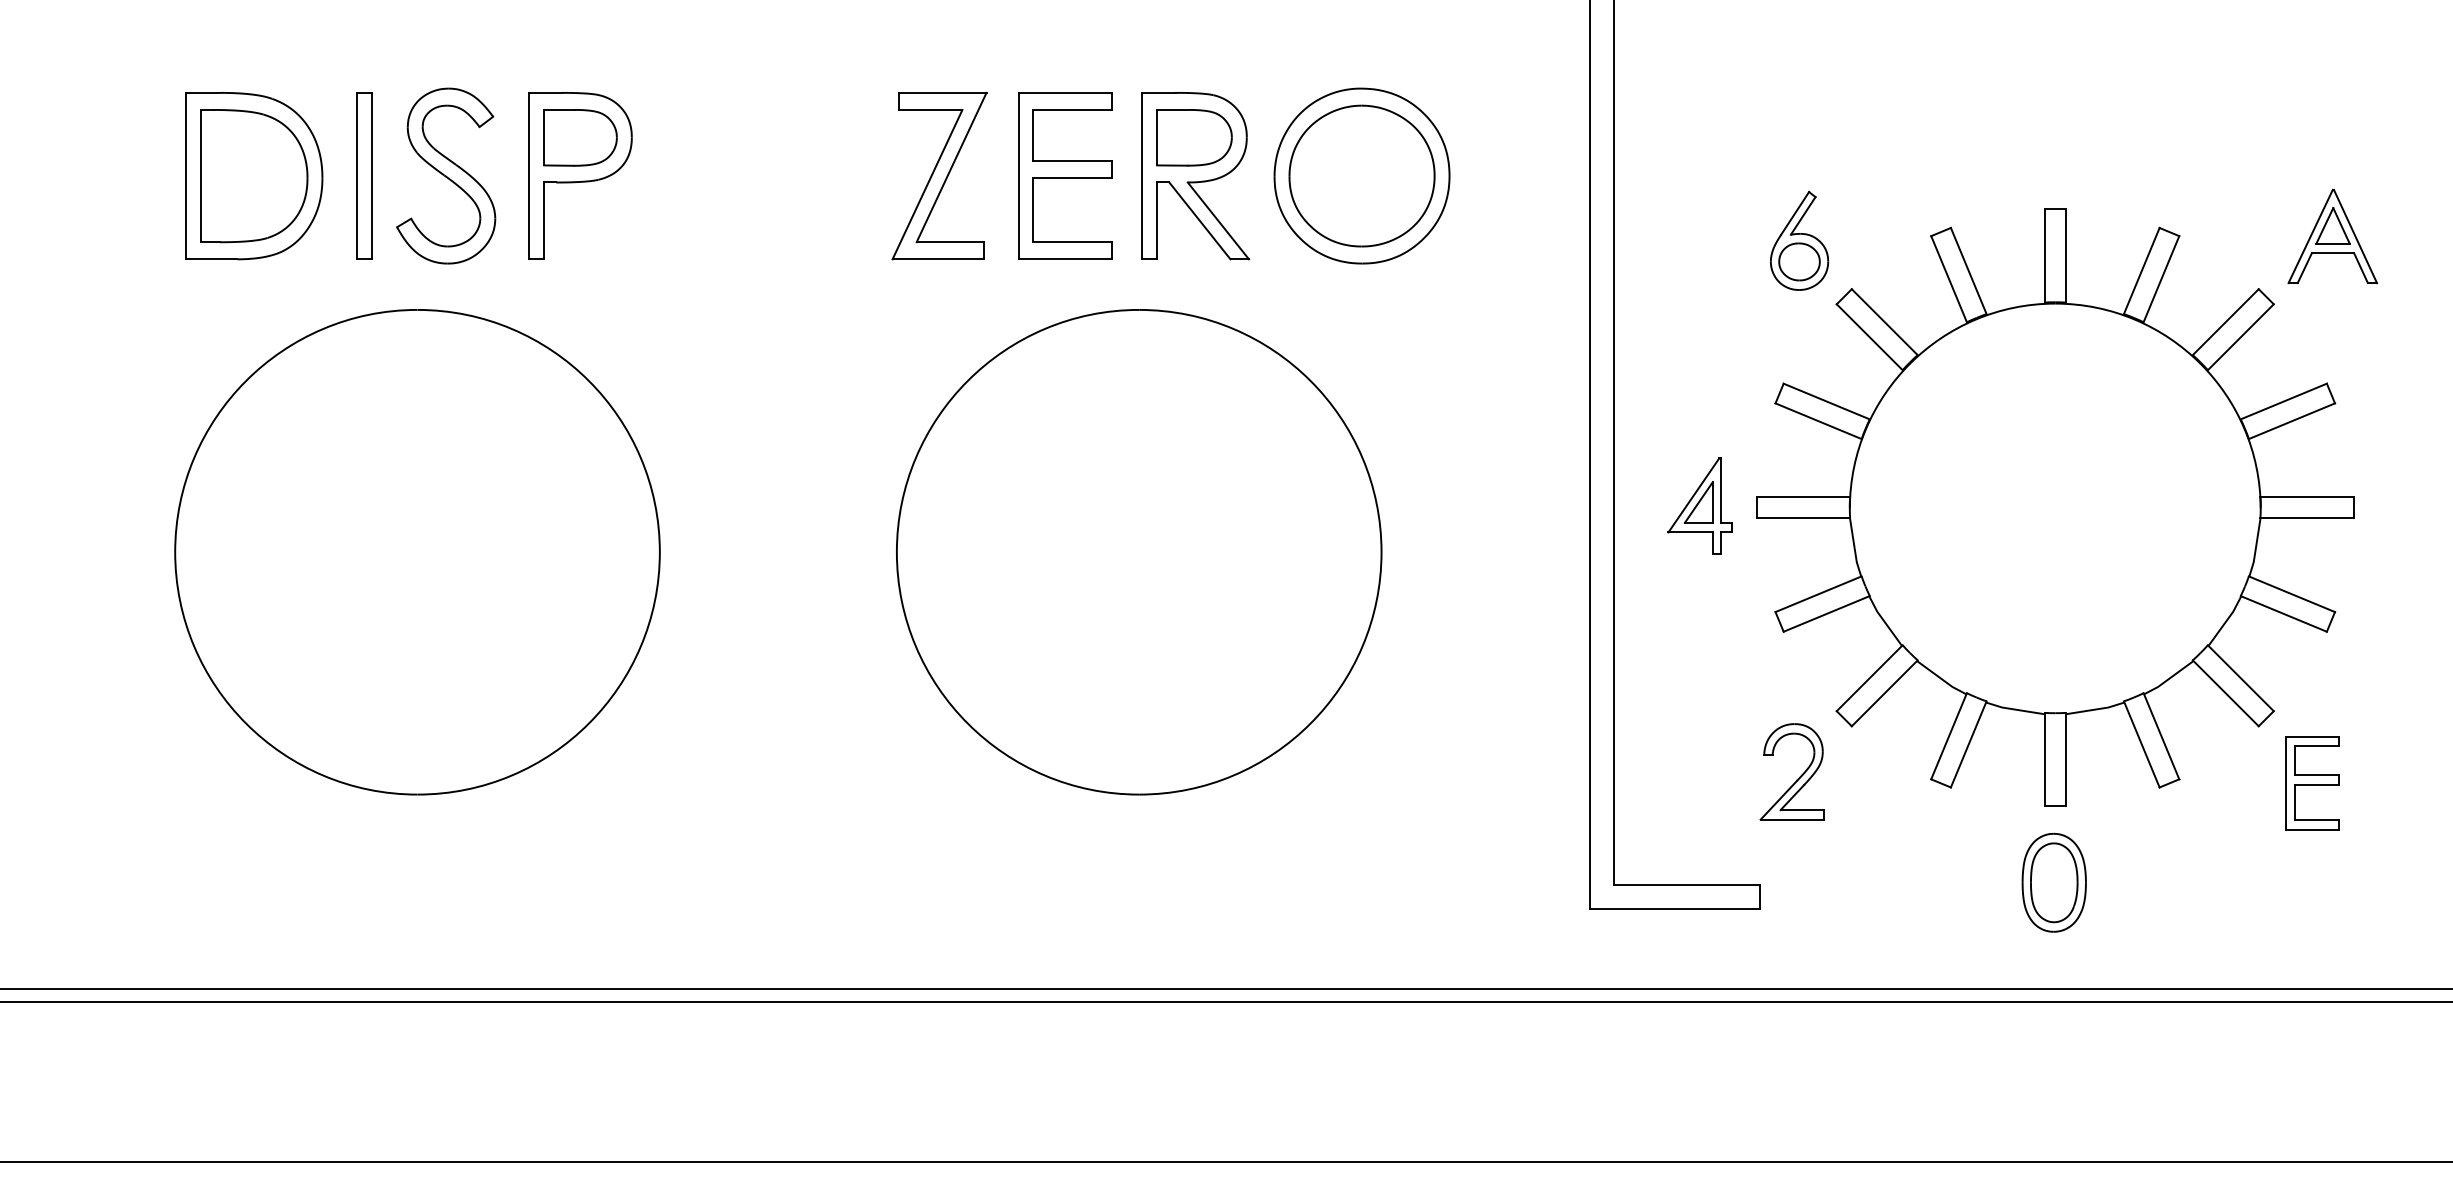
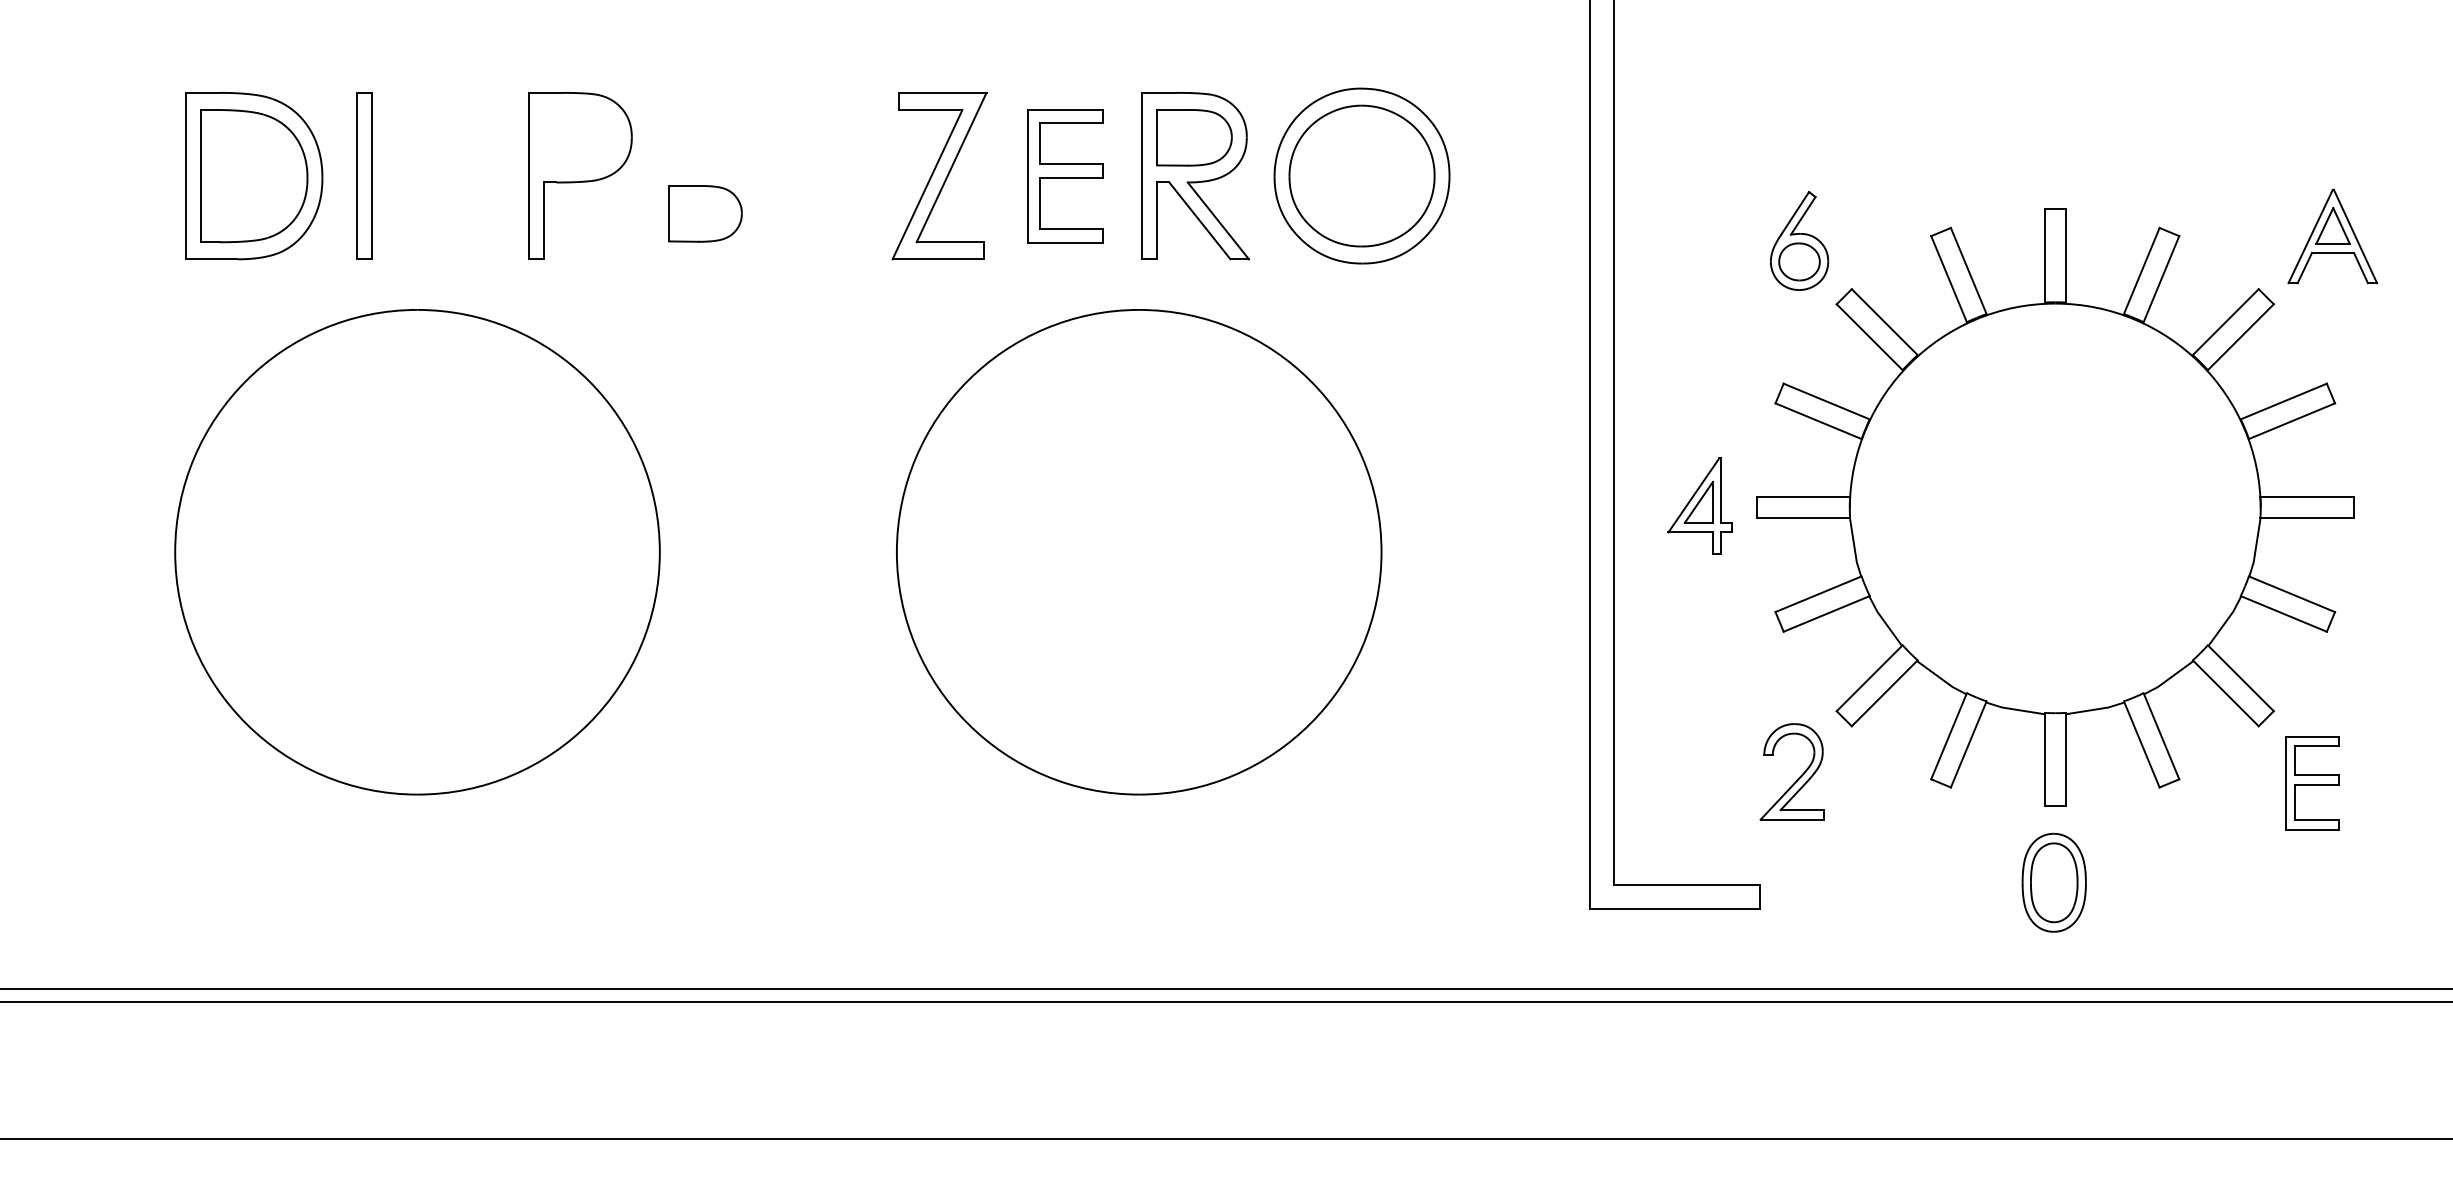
part at (580, 137) position: (580, 137) -> (705, 213)
part at (446, 175): present -> none
part at (1065, 175) size: 95x168 px -> 77x135 px
line at (1225, 1162) position: (1225, 1162) -> (1225, 1139)
